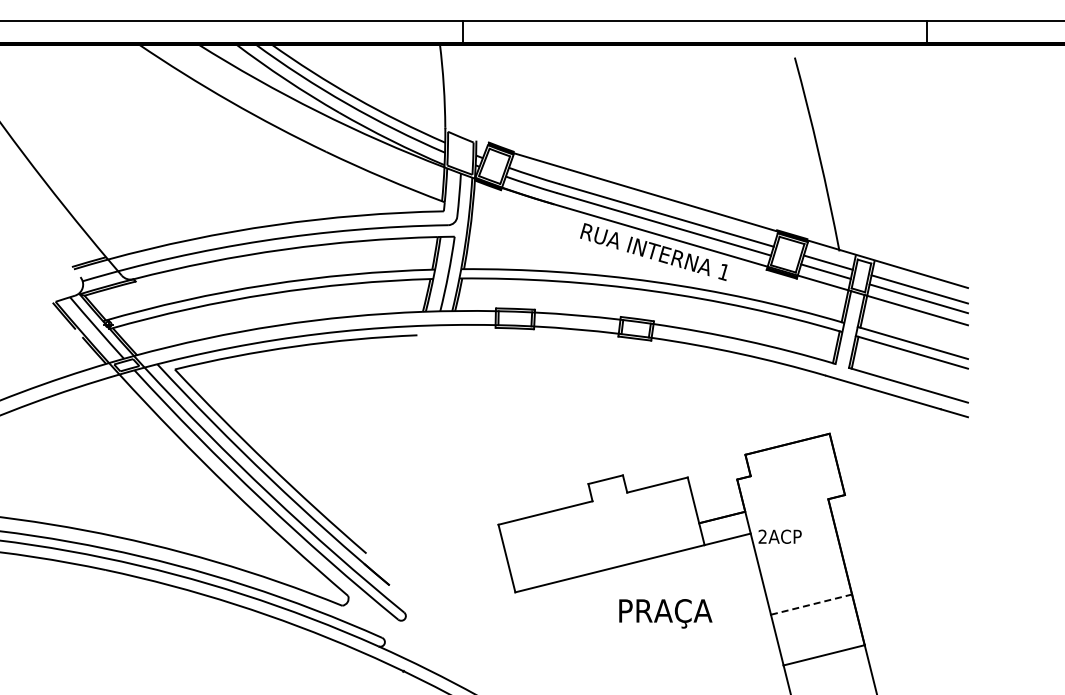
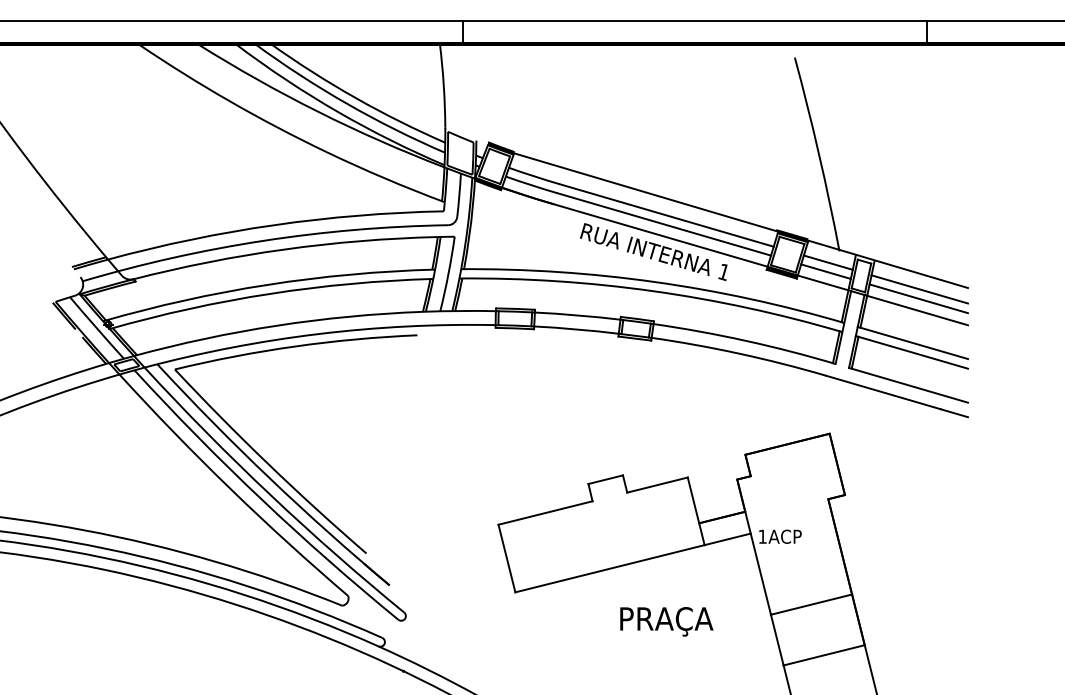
text at (762, 536): 2ACP -> 1ACP
line at (811, 604): dashed -> solid
text at (665, 613) position: (665, 613) -> (666, 621)
